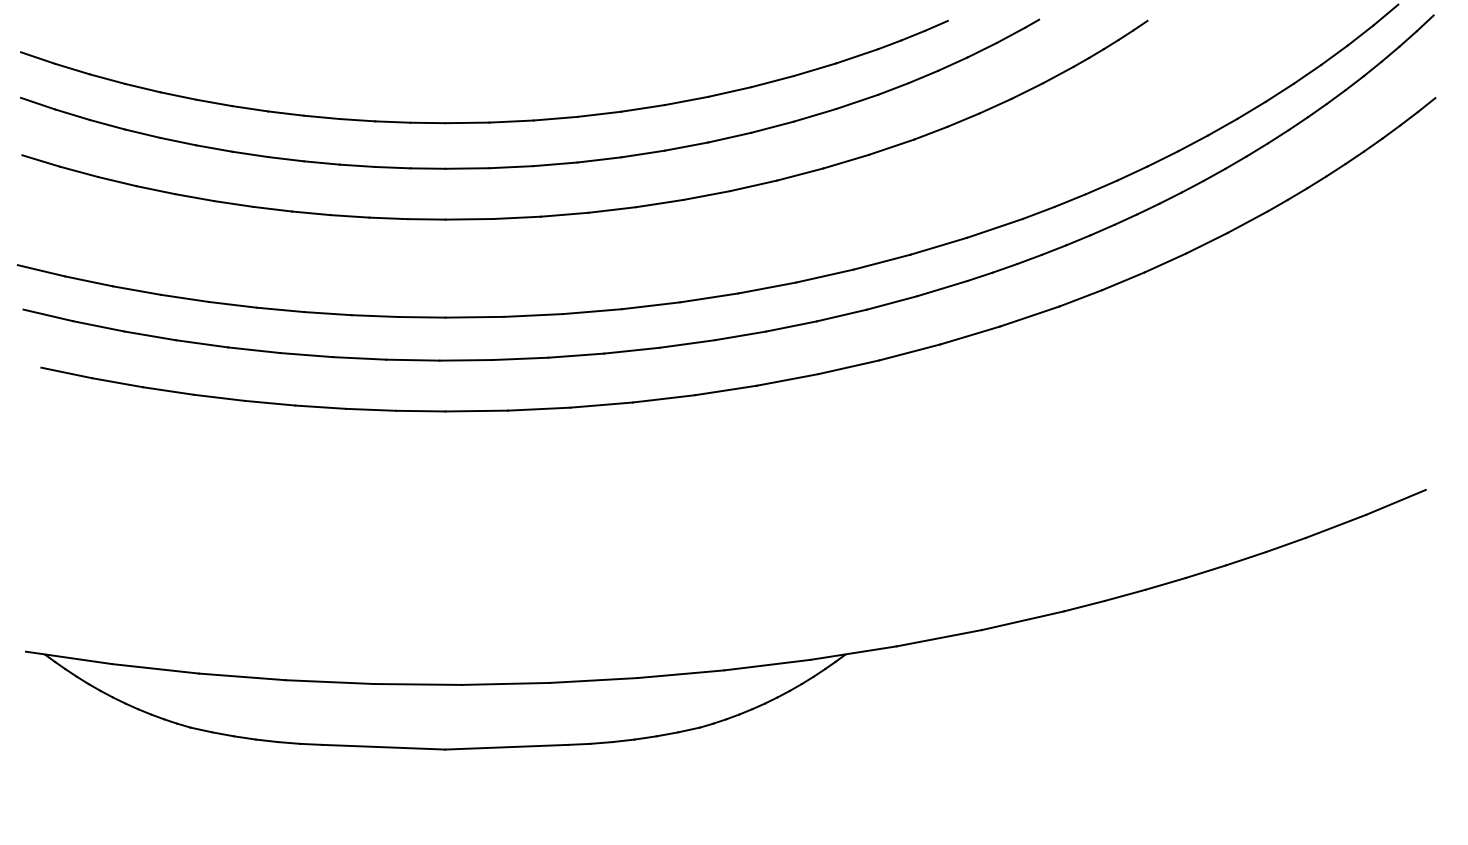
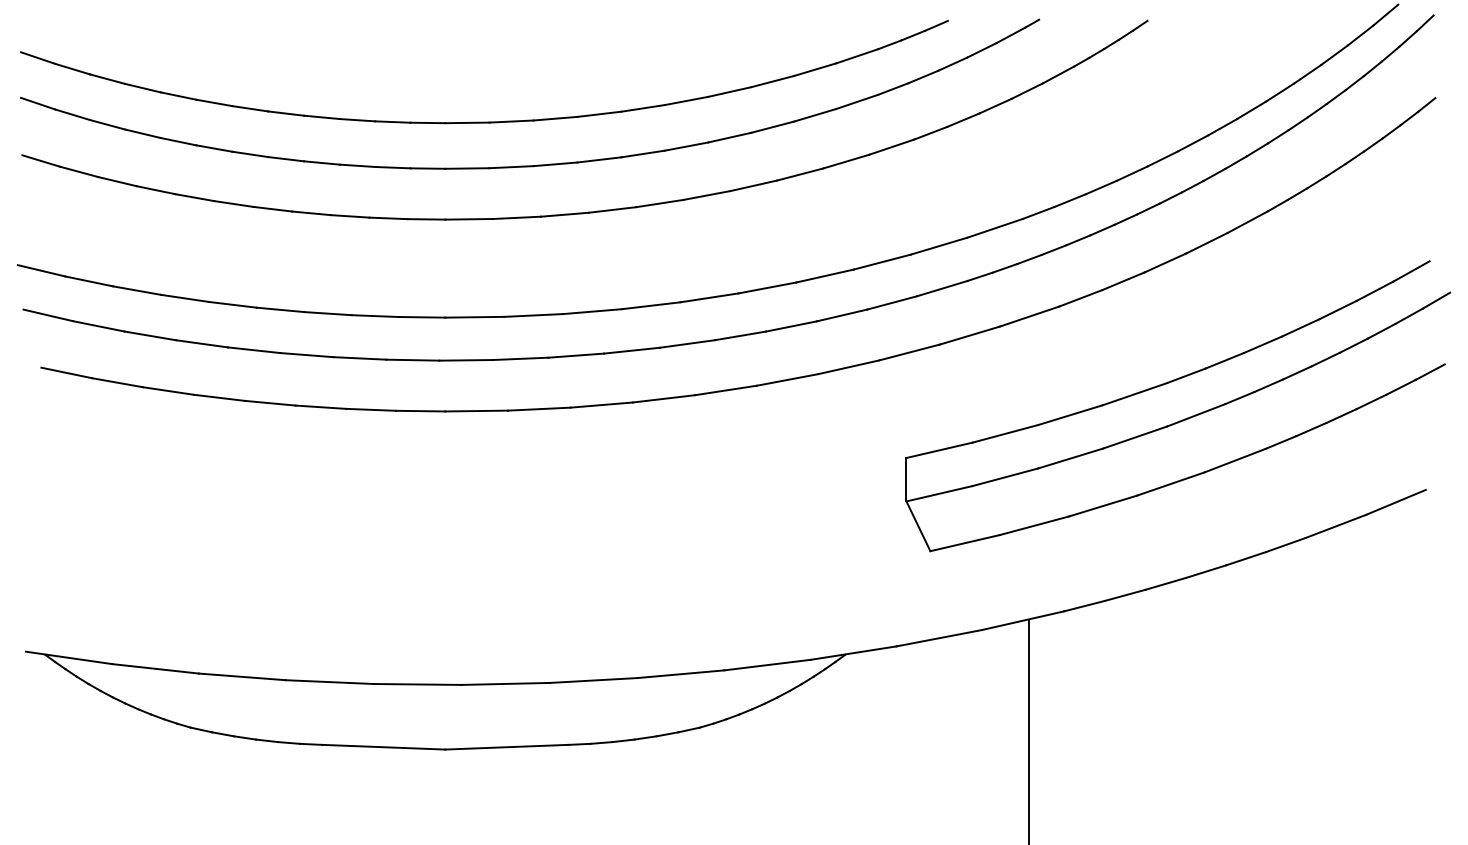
part at (1184, 418): none -> present
line at (1028, 730): none -> present
